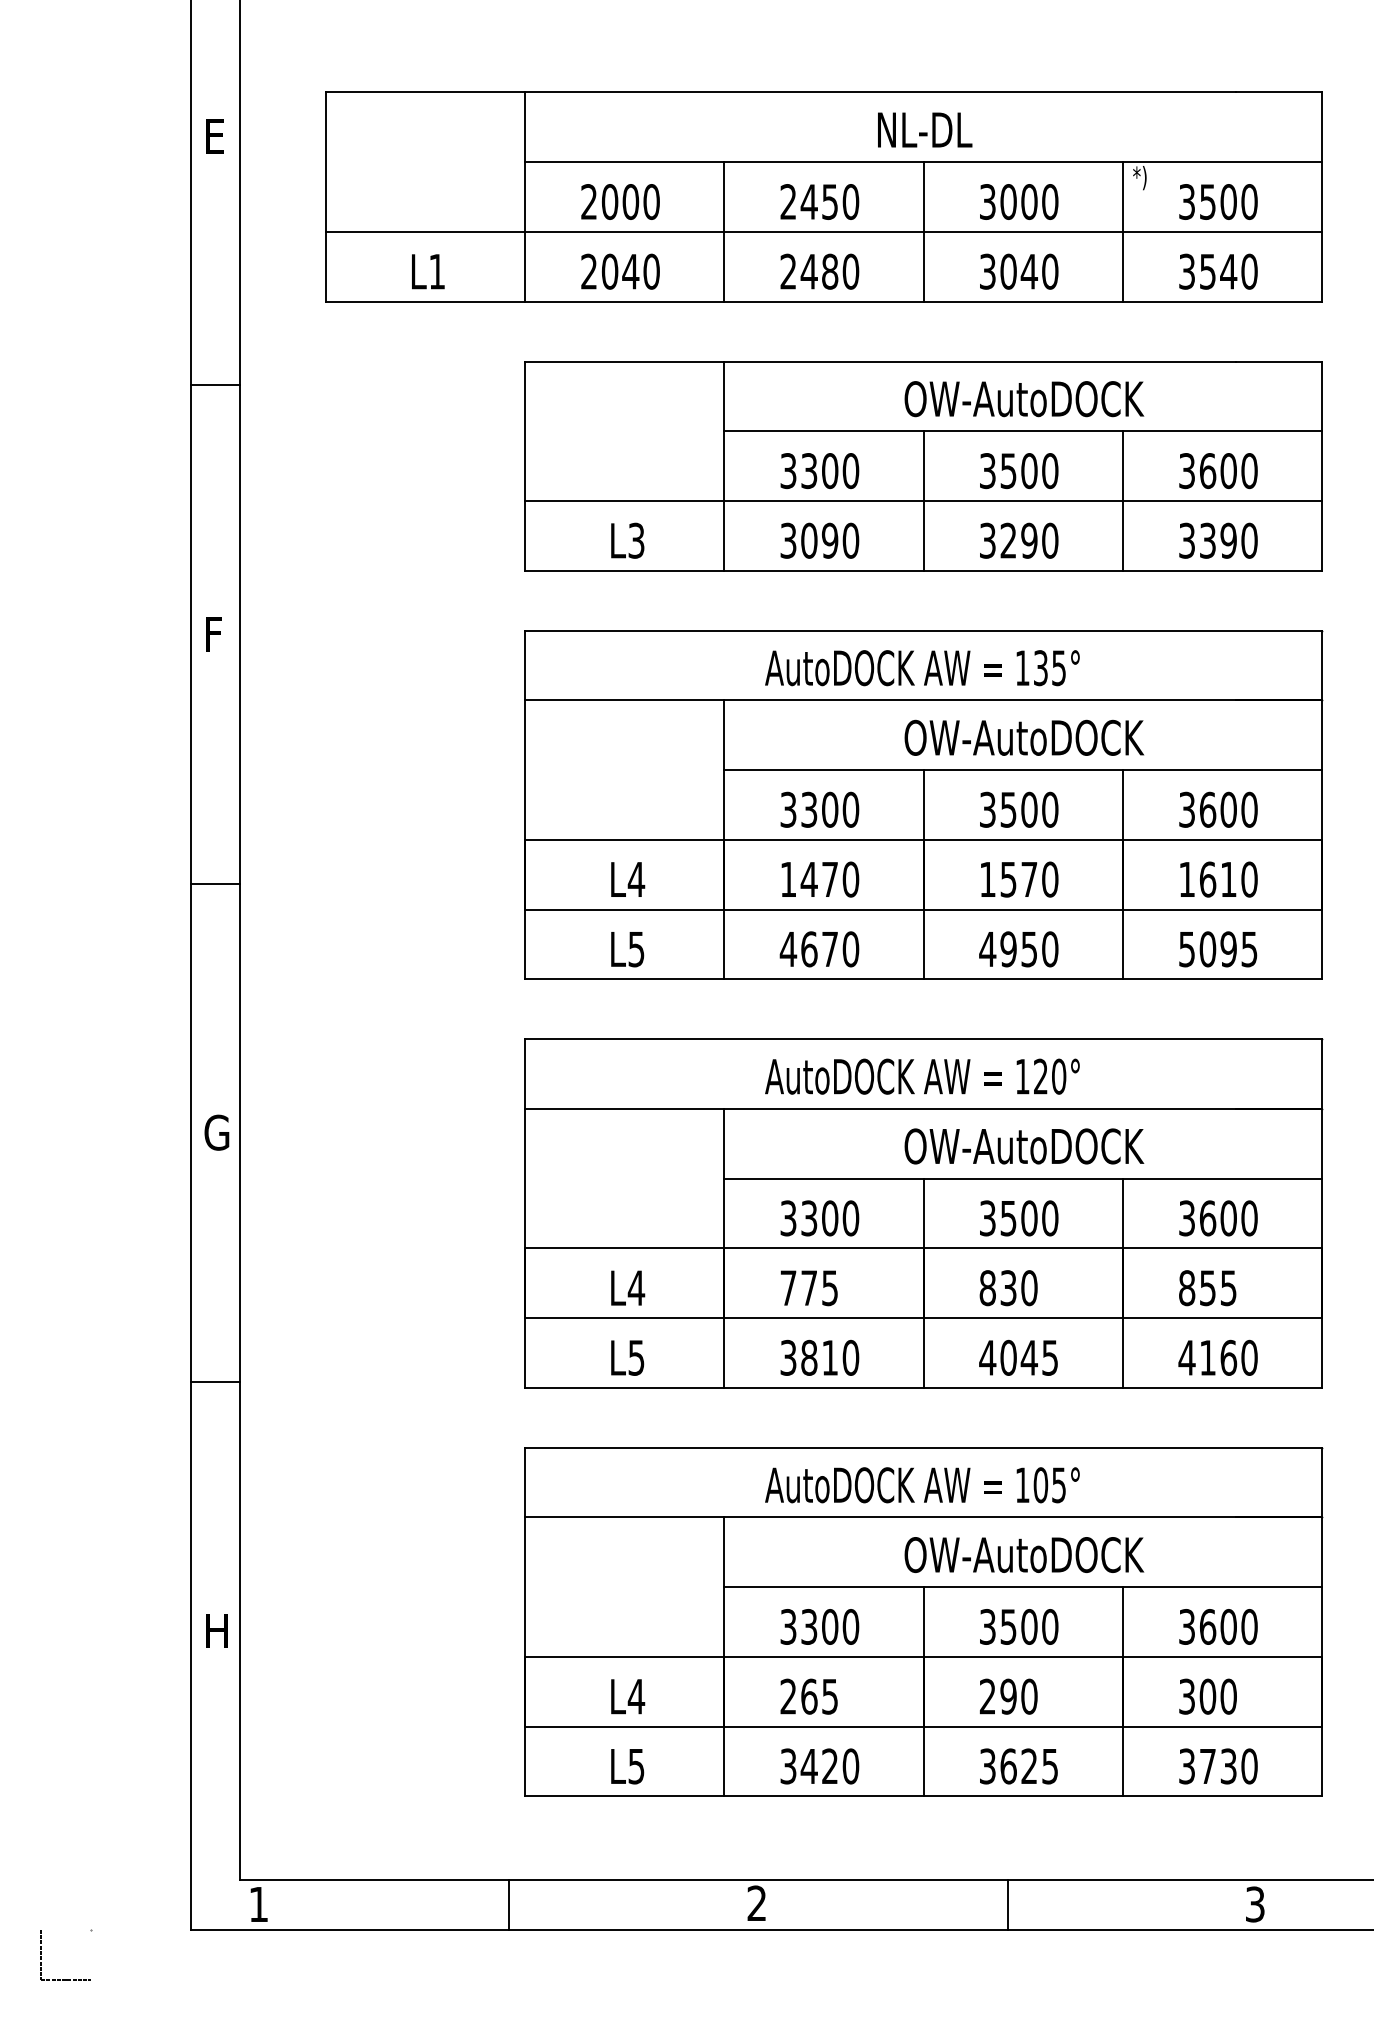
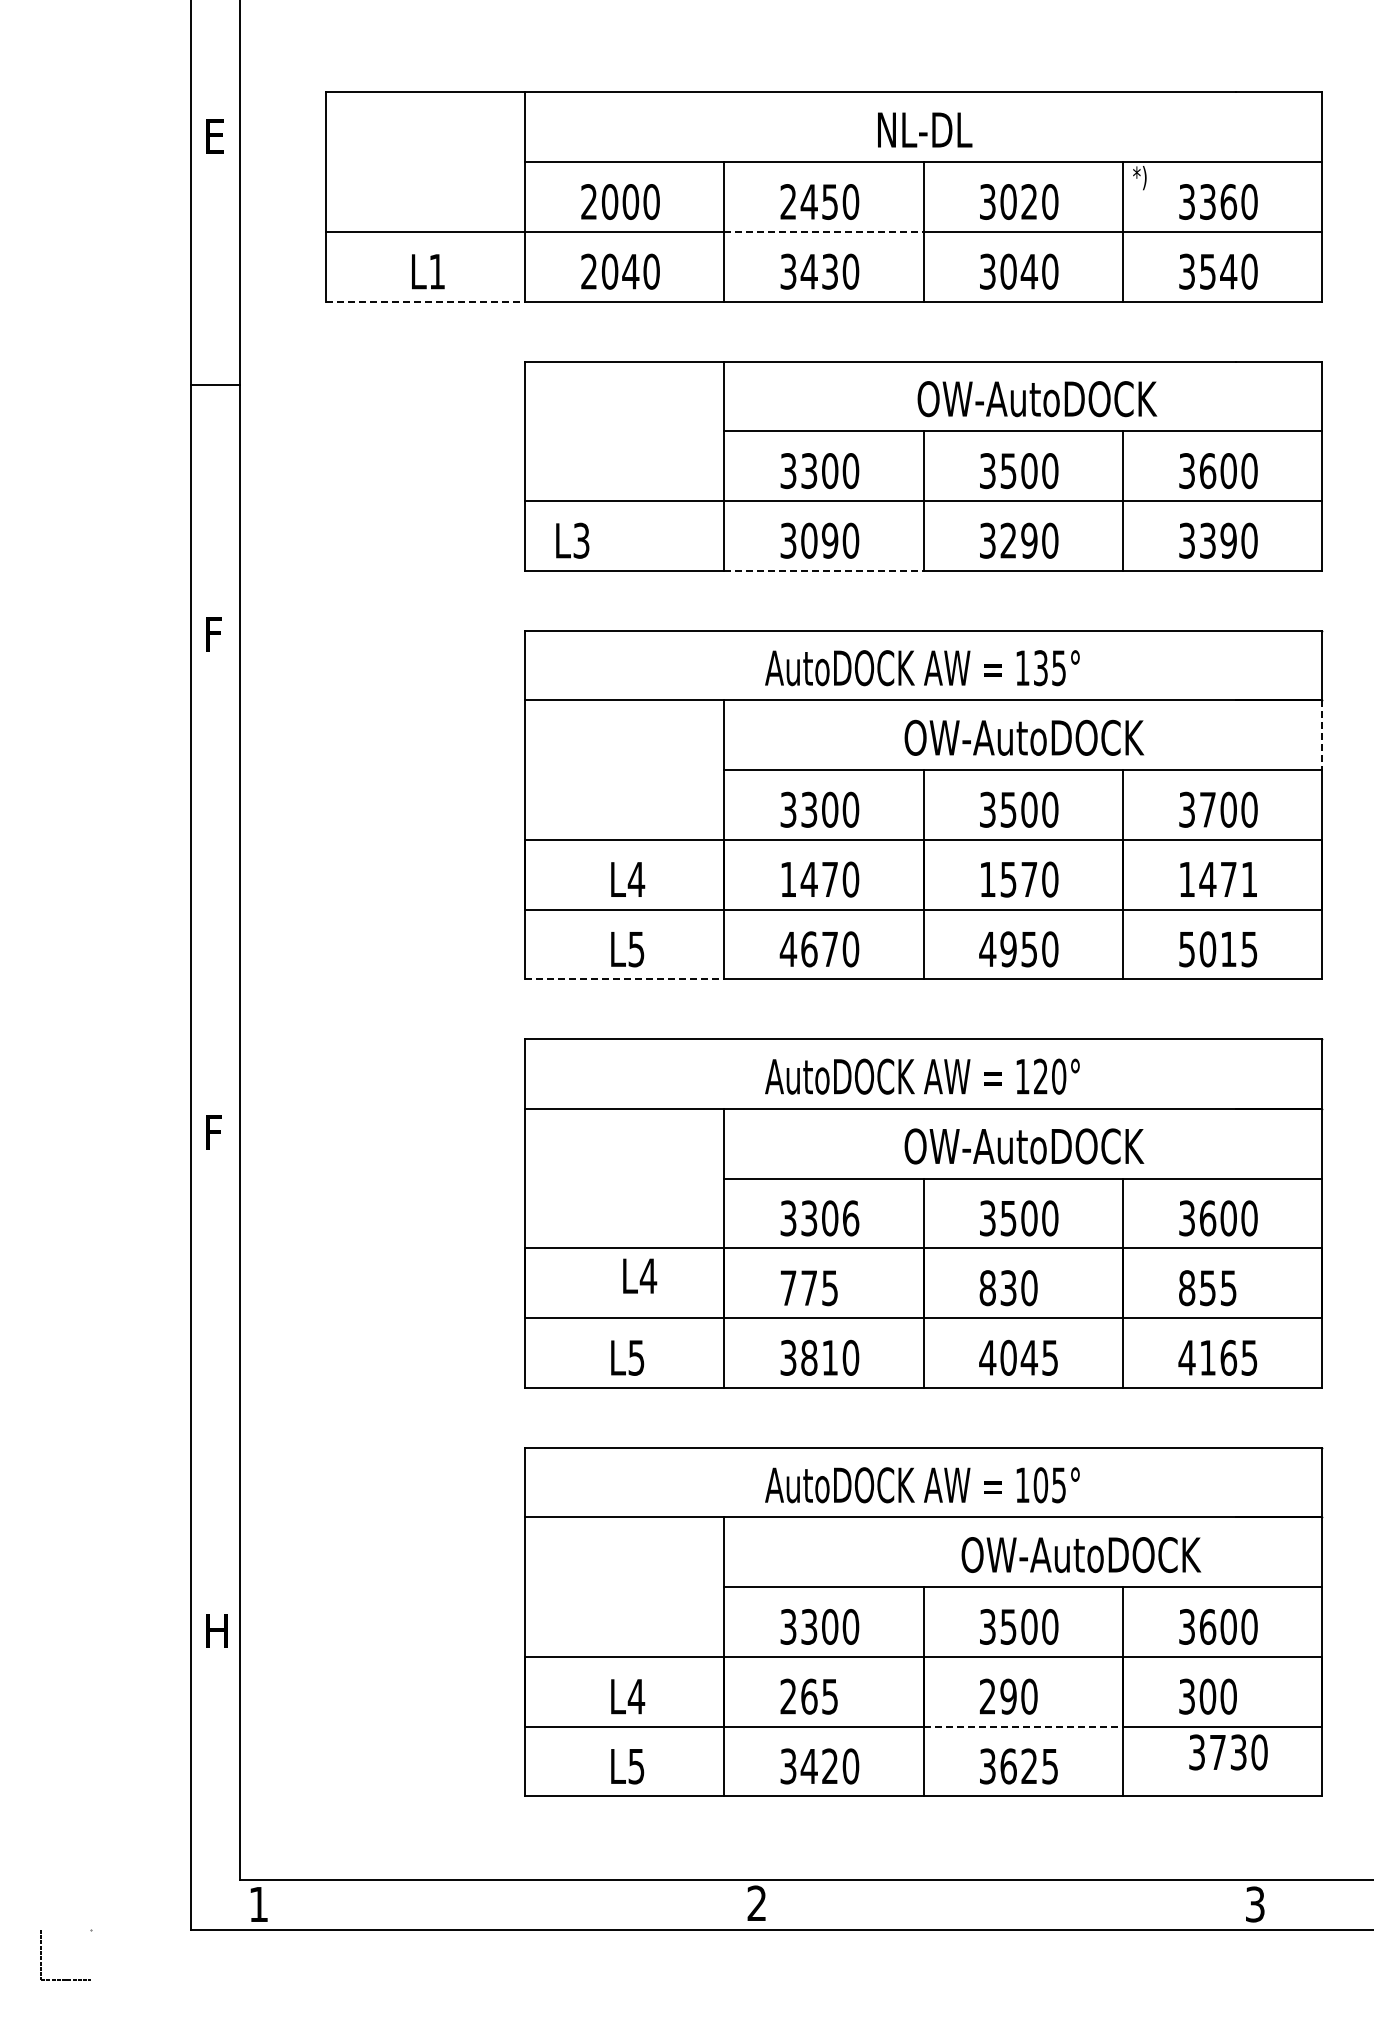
text at (1029, 201): 3000 -> 3020
text at (1218, 201): 3500 -> 3360
line at (824, 231): solid -> dashed
text at (809, 271): 2480 -> 3430
line at (425, 301): solid -> dashed
text at (1024, 399) position: (1024, 399) -> (1037, 399)
text at (627, 540) position: (627, 540) -> (572, 540)
line at (824, 570): solid -> dashed
line at (1322, 735): solid -> dashed
text at (1207, 809): 3600 -> 3700
text at (1228, 879): 1610 -> 1471
line at (215, 883): present -> none
text at (1228, 949): 5095 -> 5015
line at (624, 979): solid -> dashed
text at (216, 1132): G -> F
text at (850, 1218): 3300 -> 3306
text at (628, 1287) position: (628, 1287) -> (640, 1275)
text at (1249, 1357): 4160 -> 4165
line at (215, 1381): present -> none
text at (1024, 1554) position: (1024, 1554) -> (1081, 1554)
line at (1023, 1726): solid -> dashed
text at (1218, 1766) position: (1218, 1766) -> (1228, 1752)
line at (509, 1904): present -> none
line at (1007, 1904): present -> none
